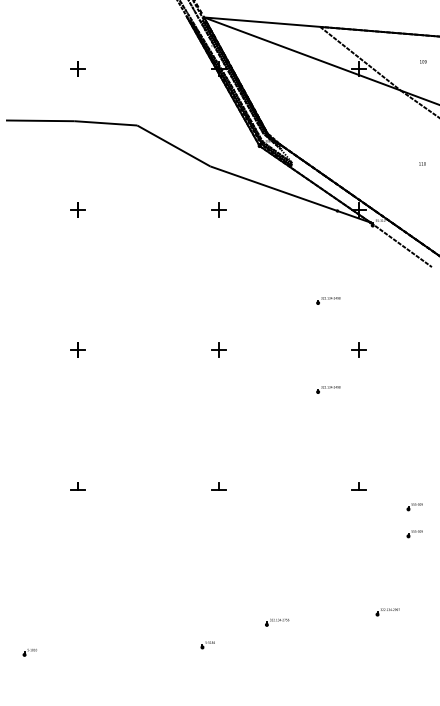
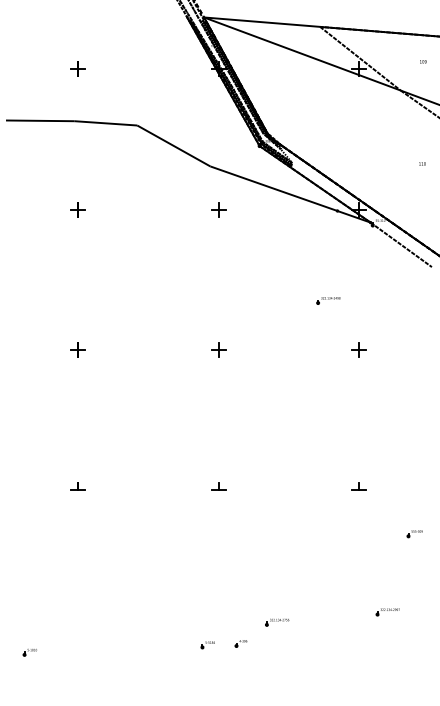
part at (328, 389): present -> none
part at (414, 507): present -> none
part at (240, 643): none -> present
